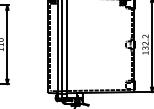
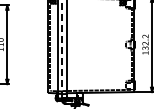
line at (62, 48): solid -> dashed
